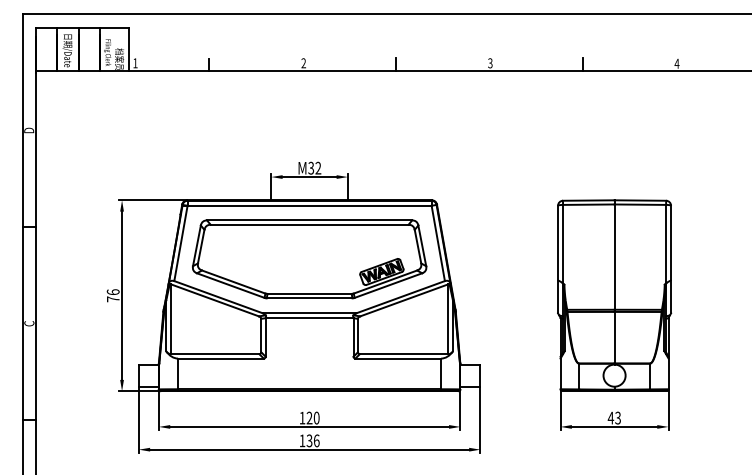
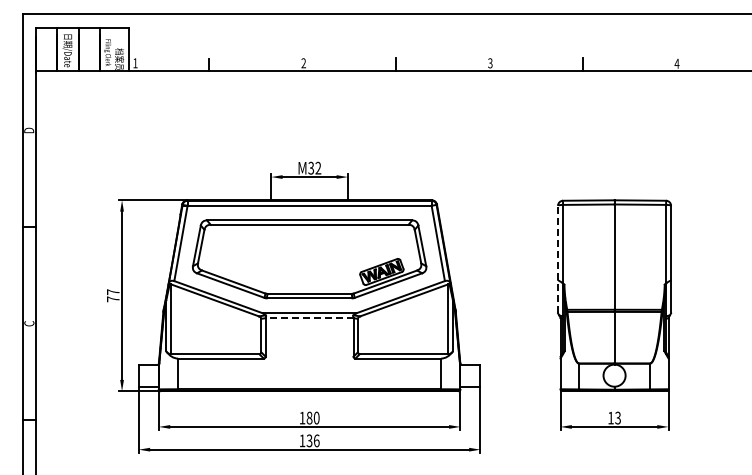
line at (558, 259): solid -> dashed
text at (112, 292): 76 -> 77
line at (309, 317): solid -> dashed
text at (309, 417): 120 -> 180
text at (610, 417): 43 -> 13
